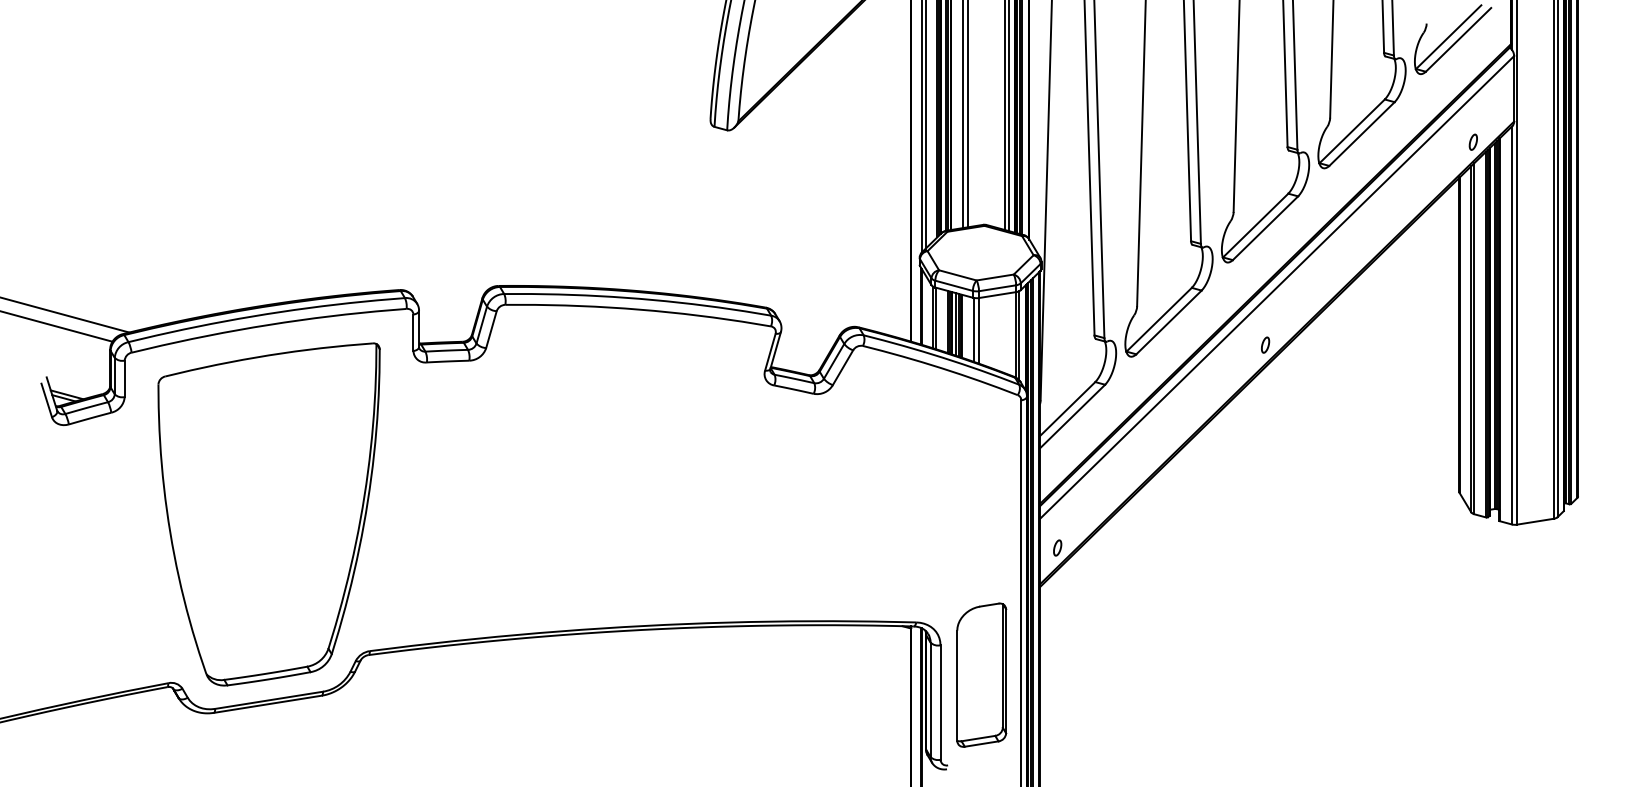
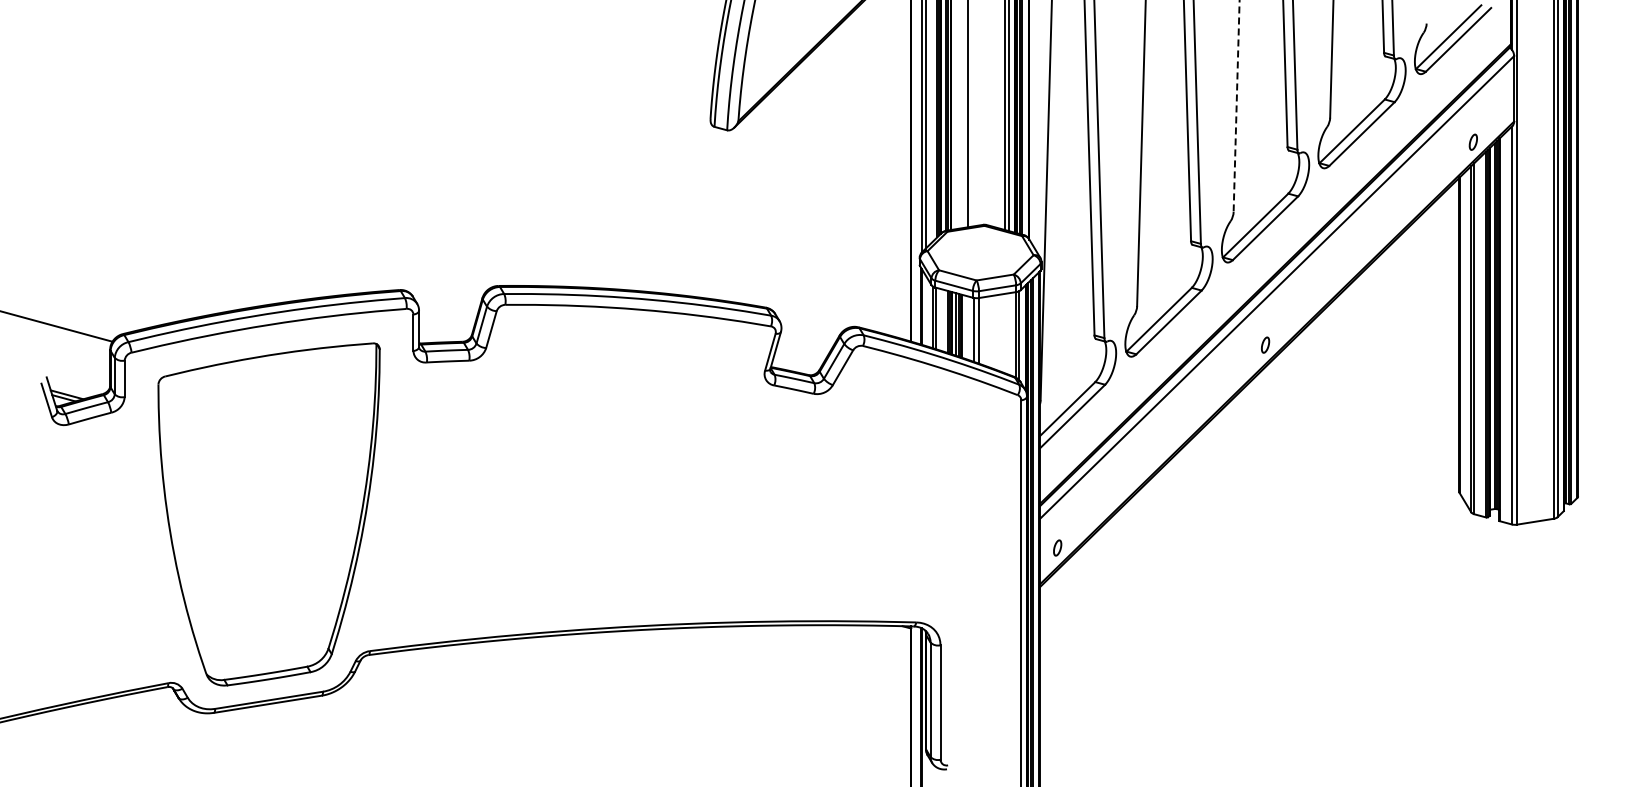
line at (1236, 106): solid -> dashed
line at (963, 115): present -> none
line at (65, 315): present -> none
part at (981, 674): present -> none
